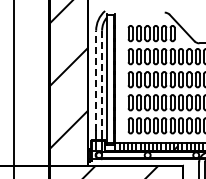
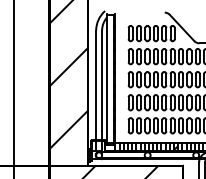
line at (96, 80): dashed -> solid
line at (102, 81): dashed -> solid
